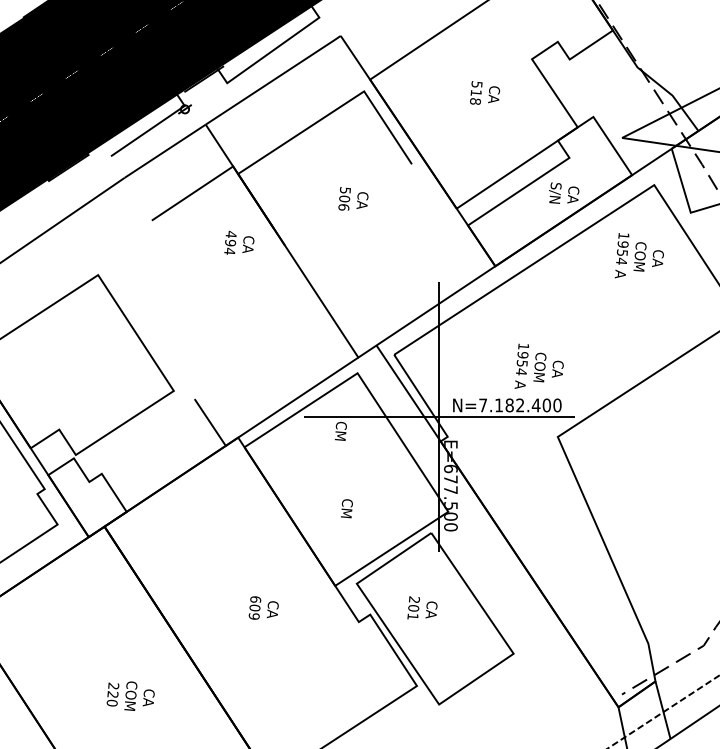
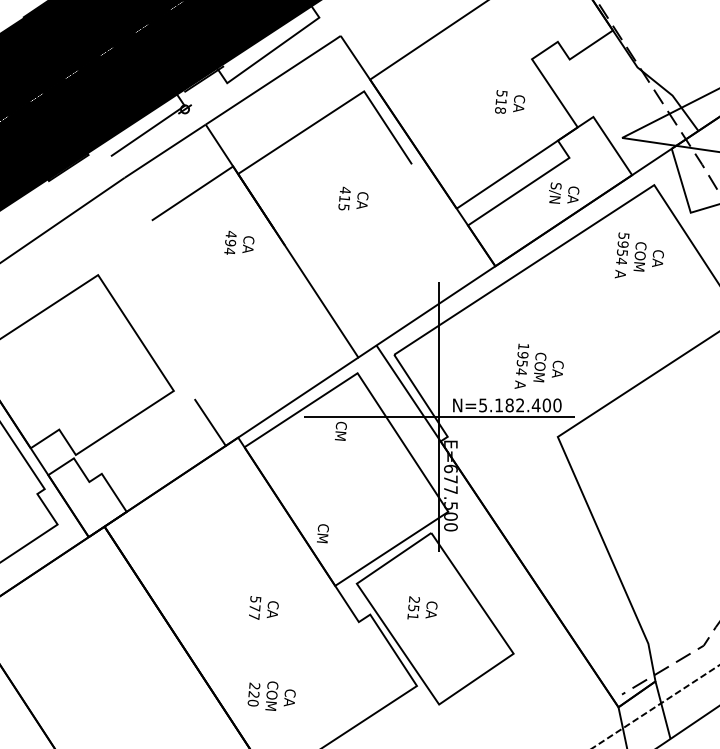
text at (485, 92) position: (485, 92) -> (510, 101)
text at (344, 198): 506 -> 415
text at (623, 235): 1954 -> 5954
text at (482, 405): N=7.182.400 -> N=5.182.400
text at (346, 508) position: (346, 508) -> (322, 533)
text at (254, 607): 609 -> 577
text at (413, 607): 201 -> 251
text at (130, 695) position: (130, 695) -> (271, 695)
line at (664, 711) position: (664, 711) -> (656, 705)
